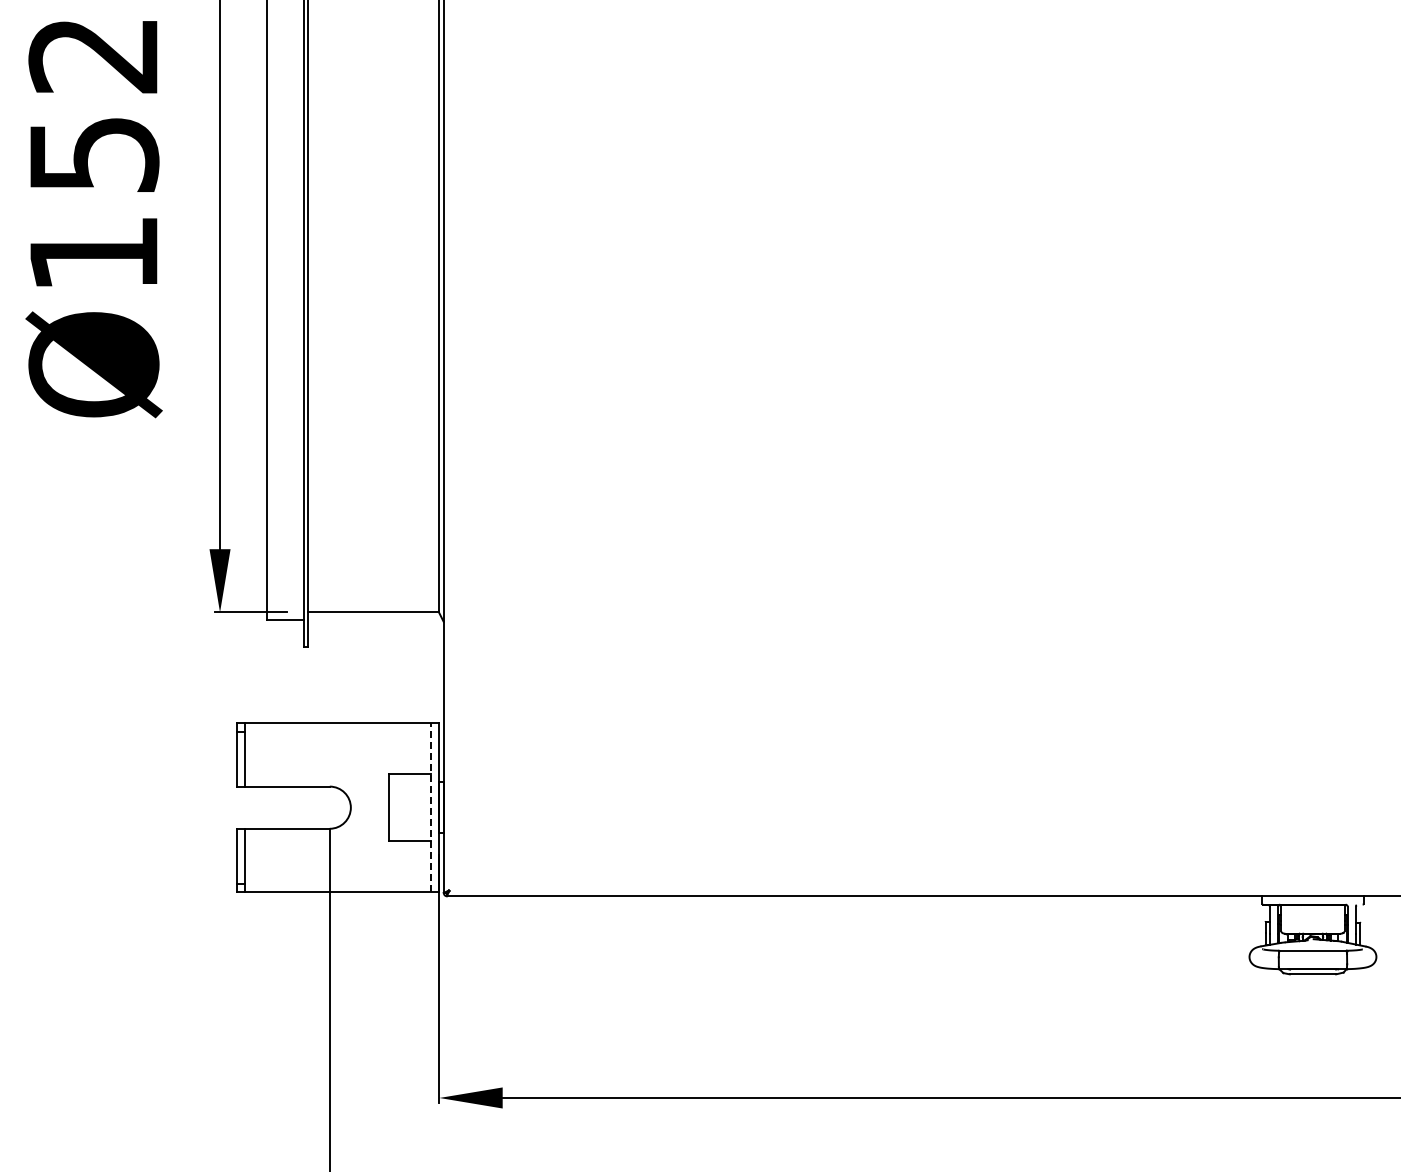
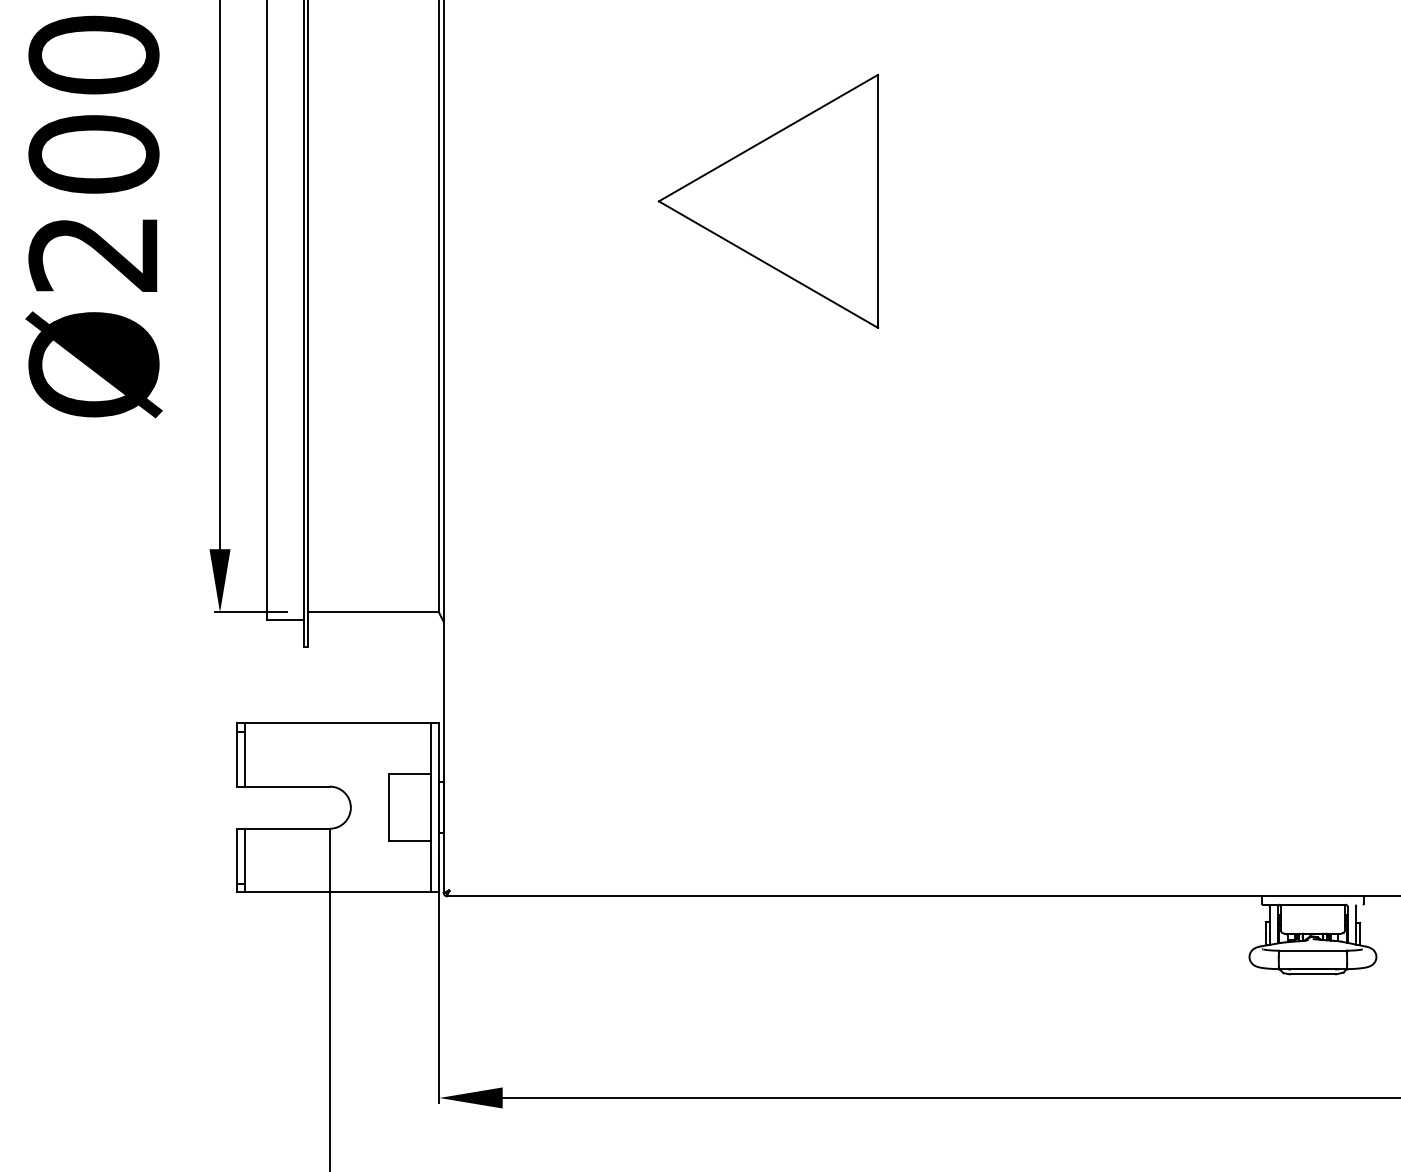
text at (93, 153): Ø152 -> Ø200
part at (768, 200): none -> present
line at (431, 807): dashed -> solid
